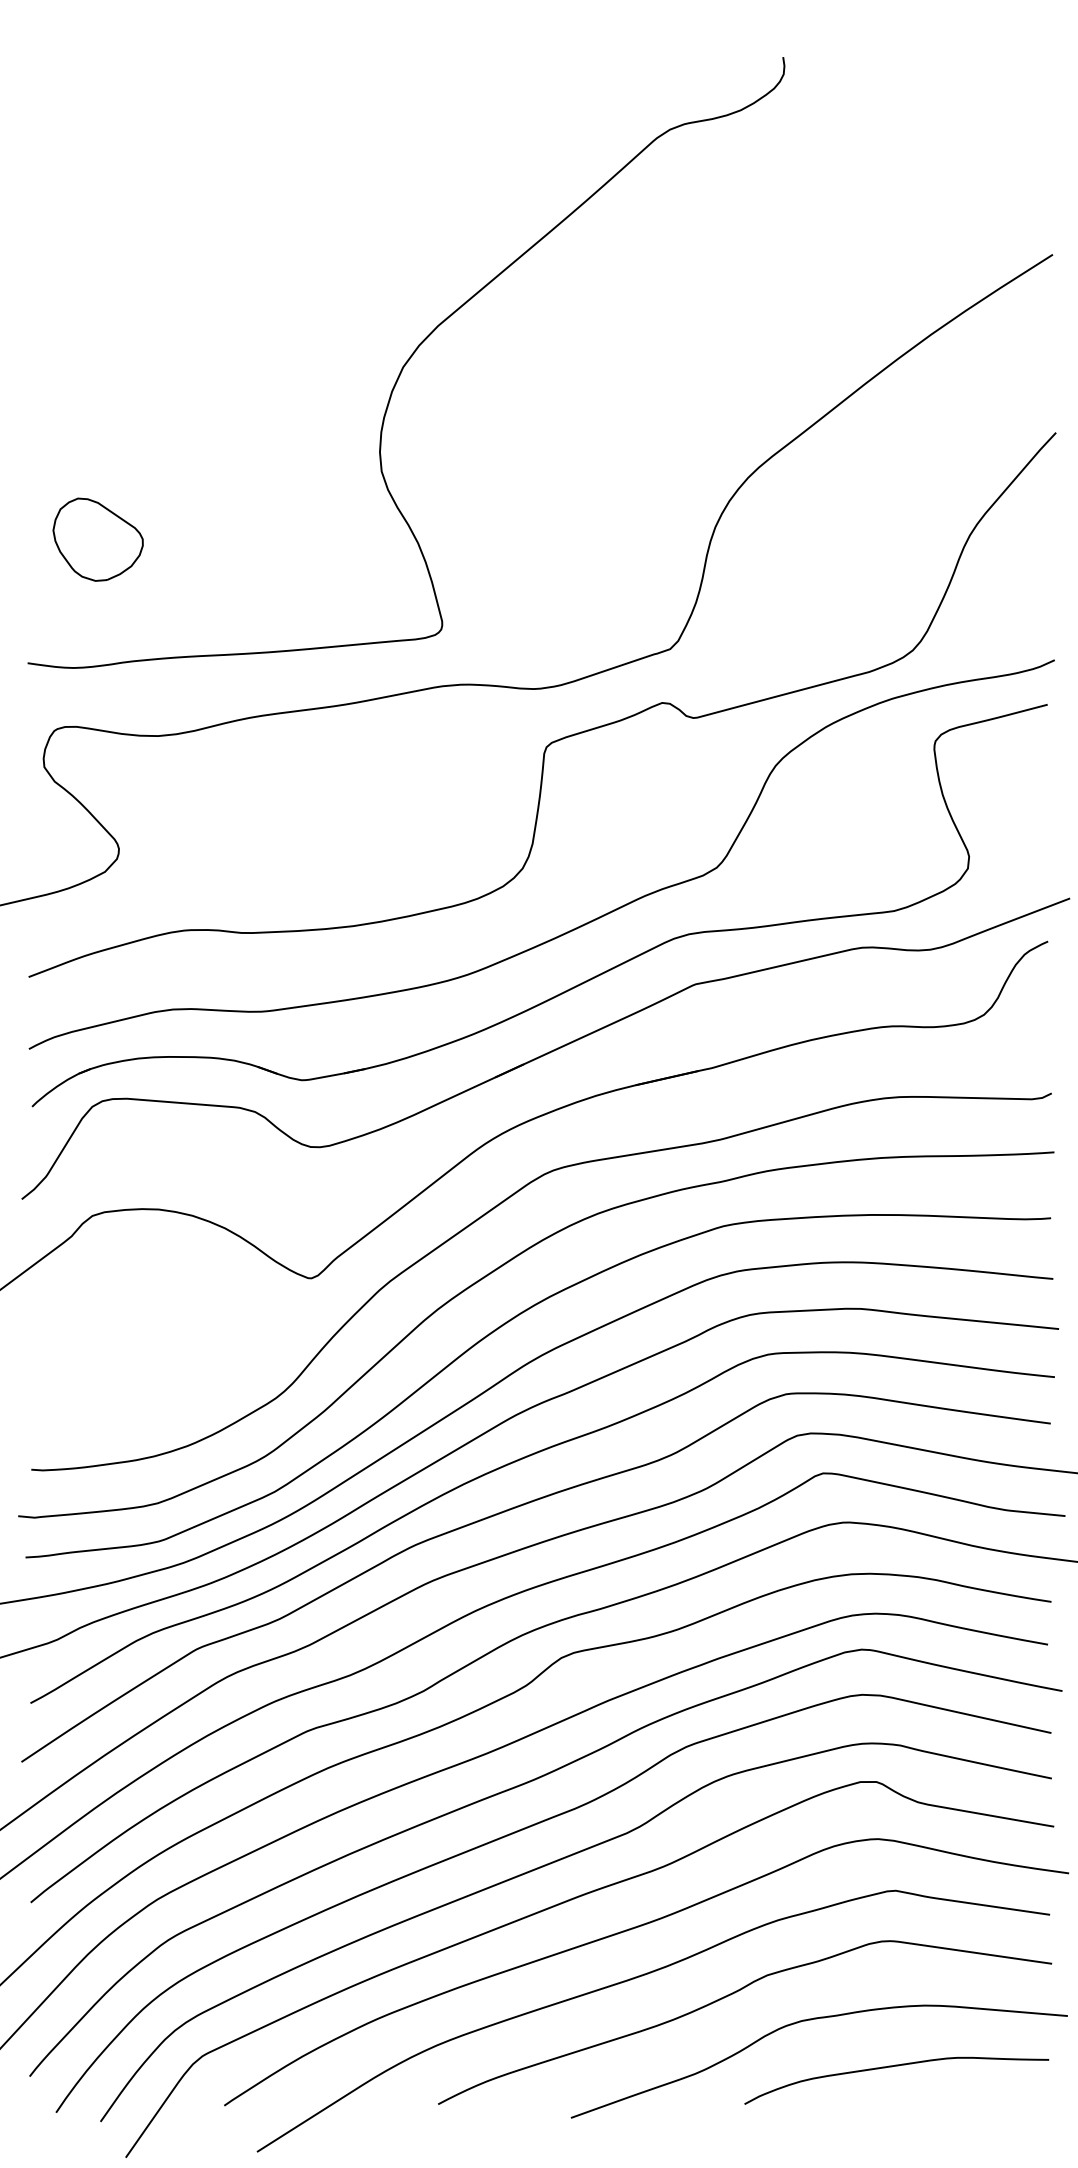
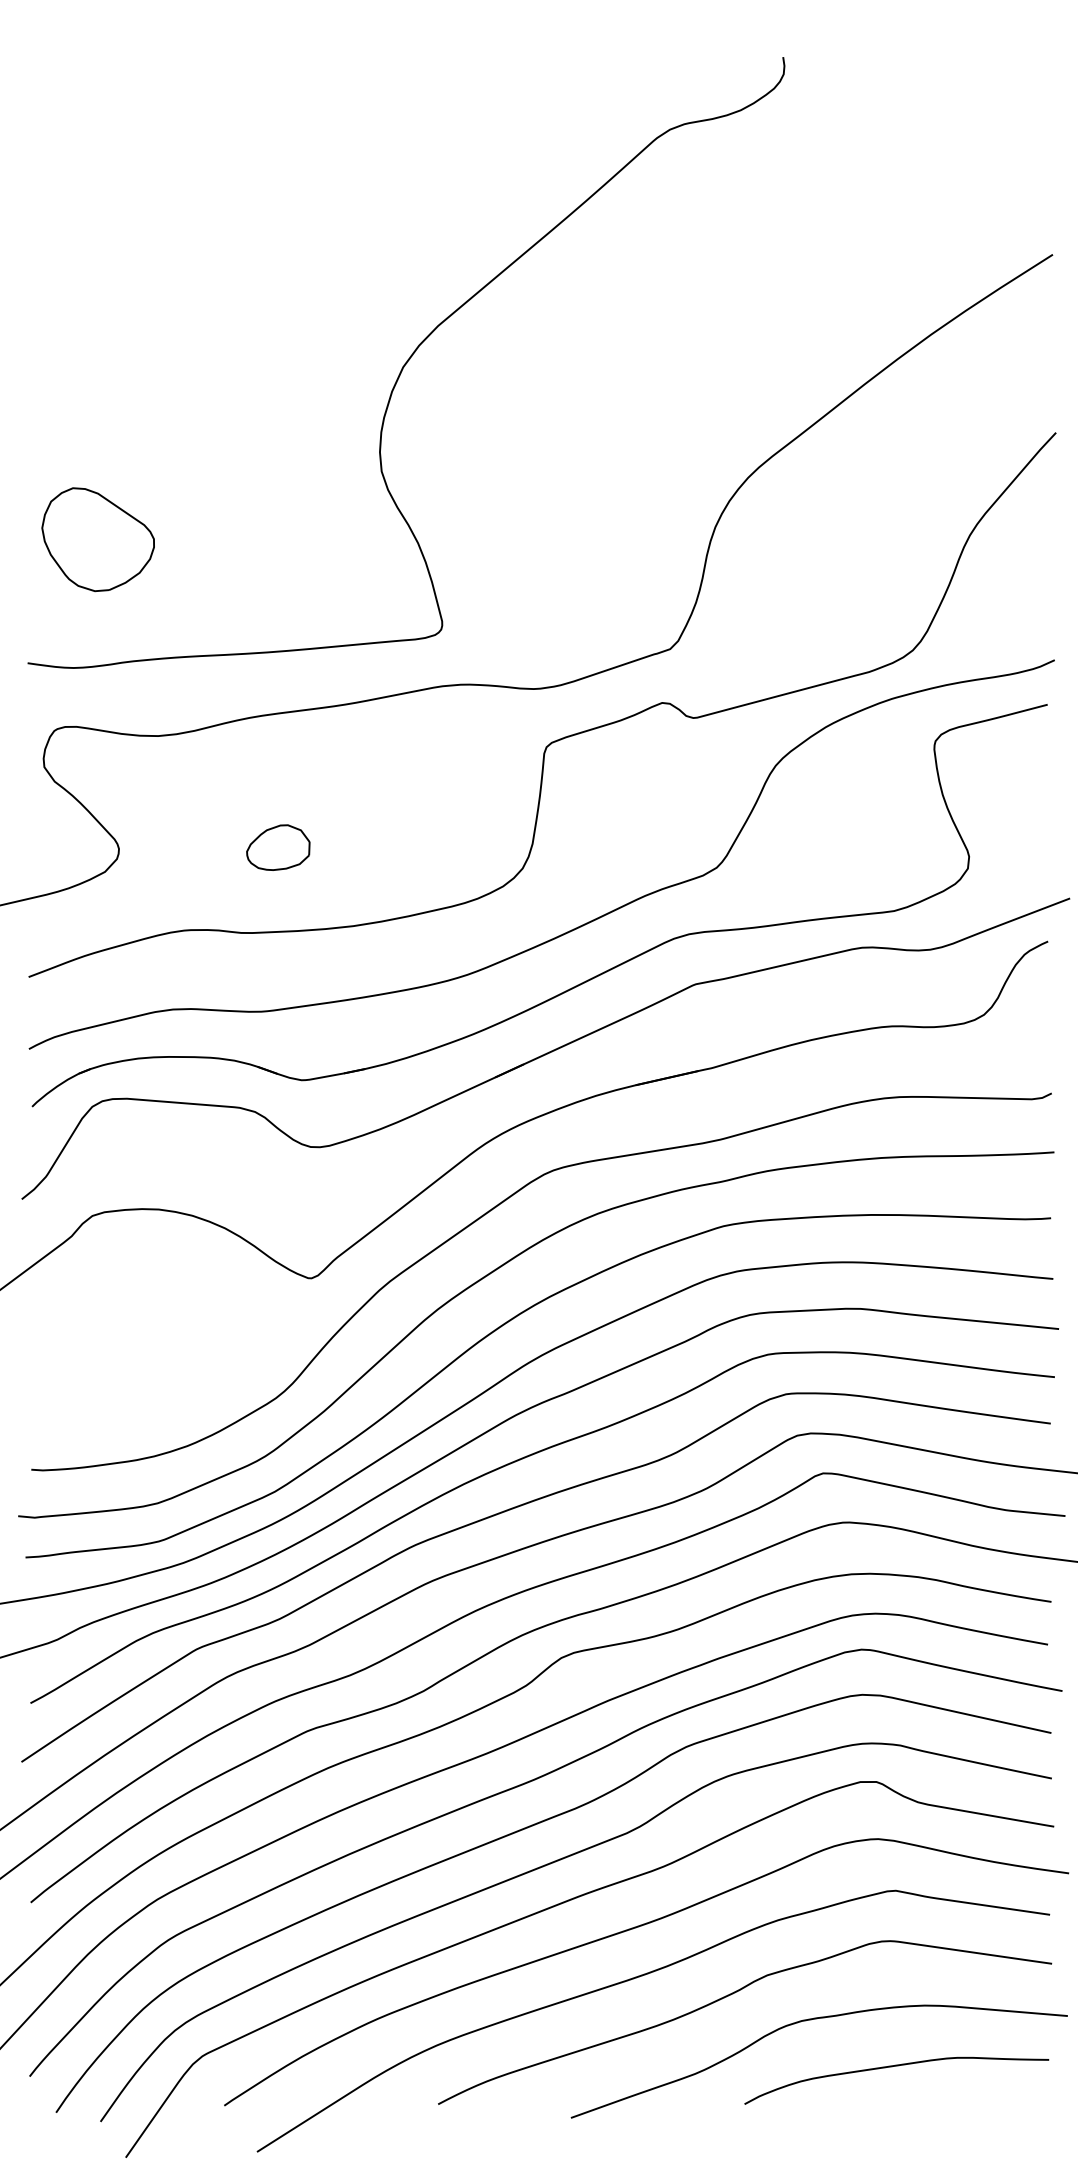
part at (97, 539) size: 92x85 px -> 114x106 px
part at (278, 847): none -> present
